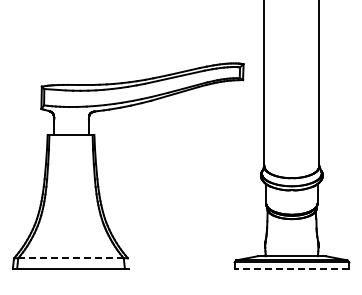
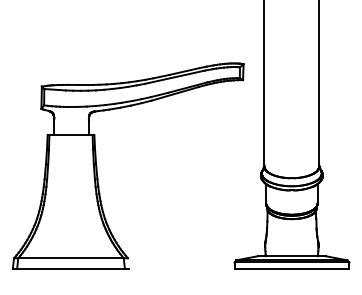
line at (71, 258): dashed -> solid
line at (291, 268): dashed -> solid
